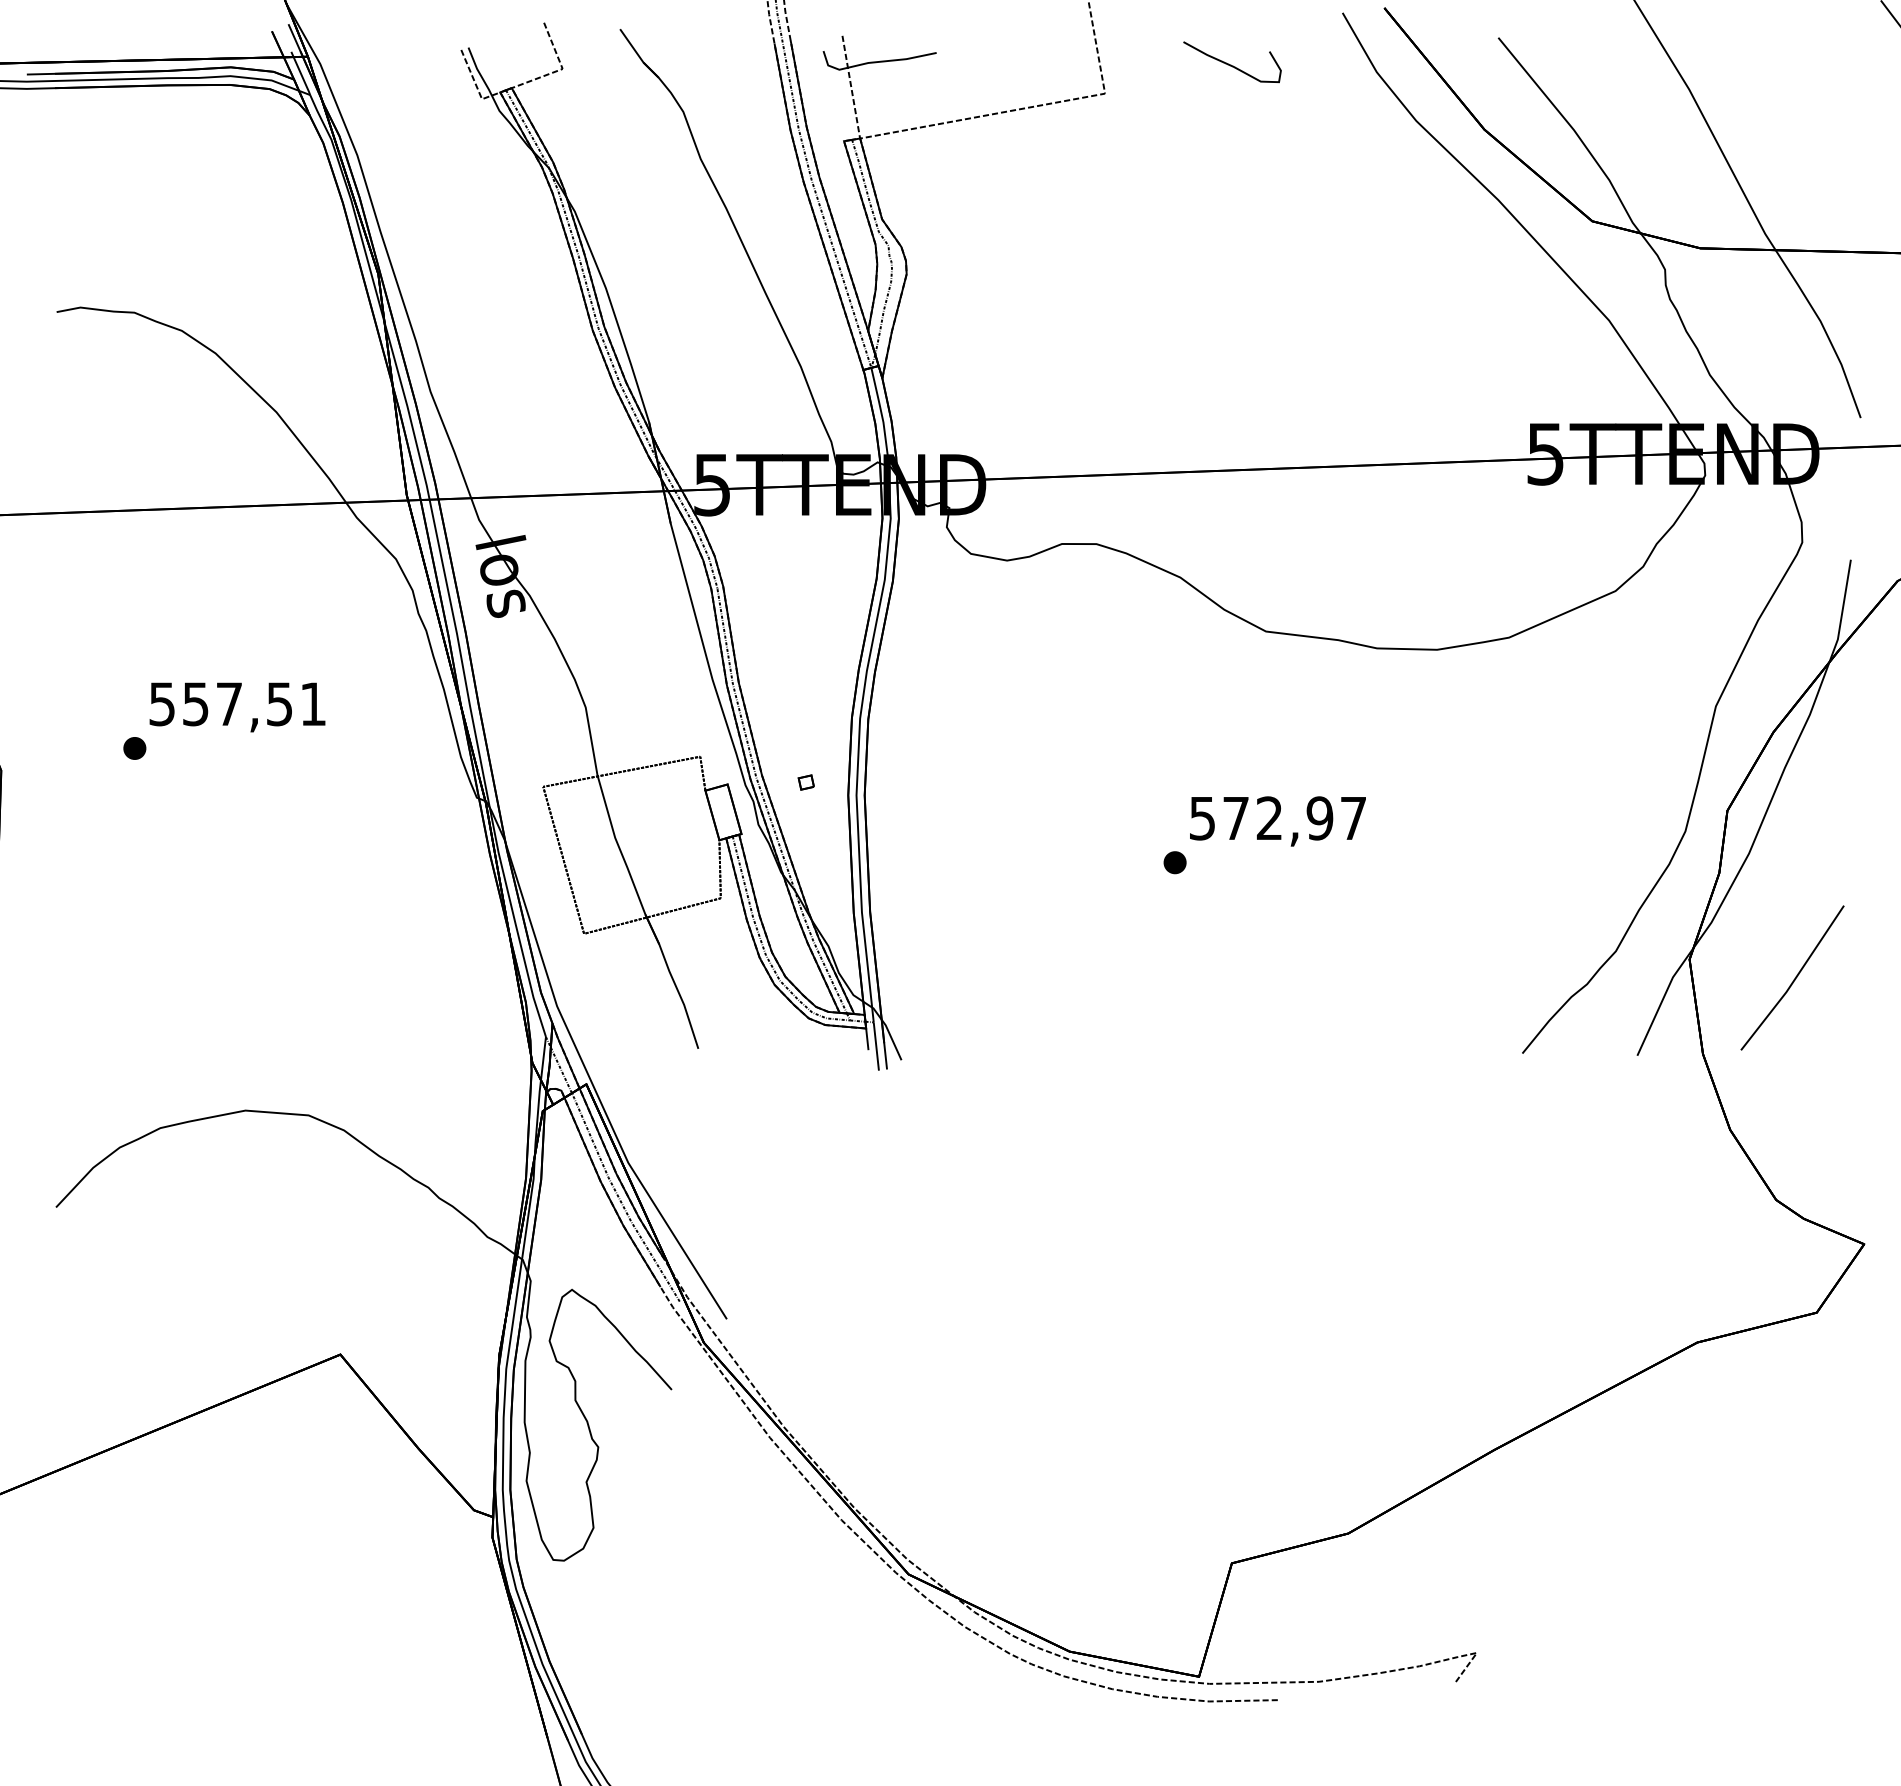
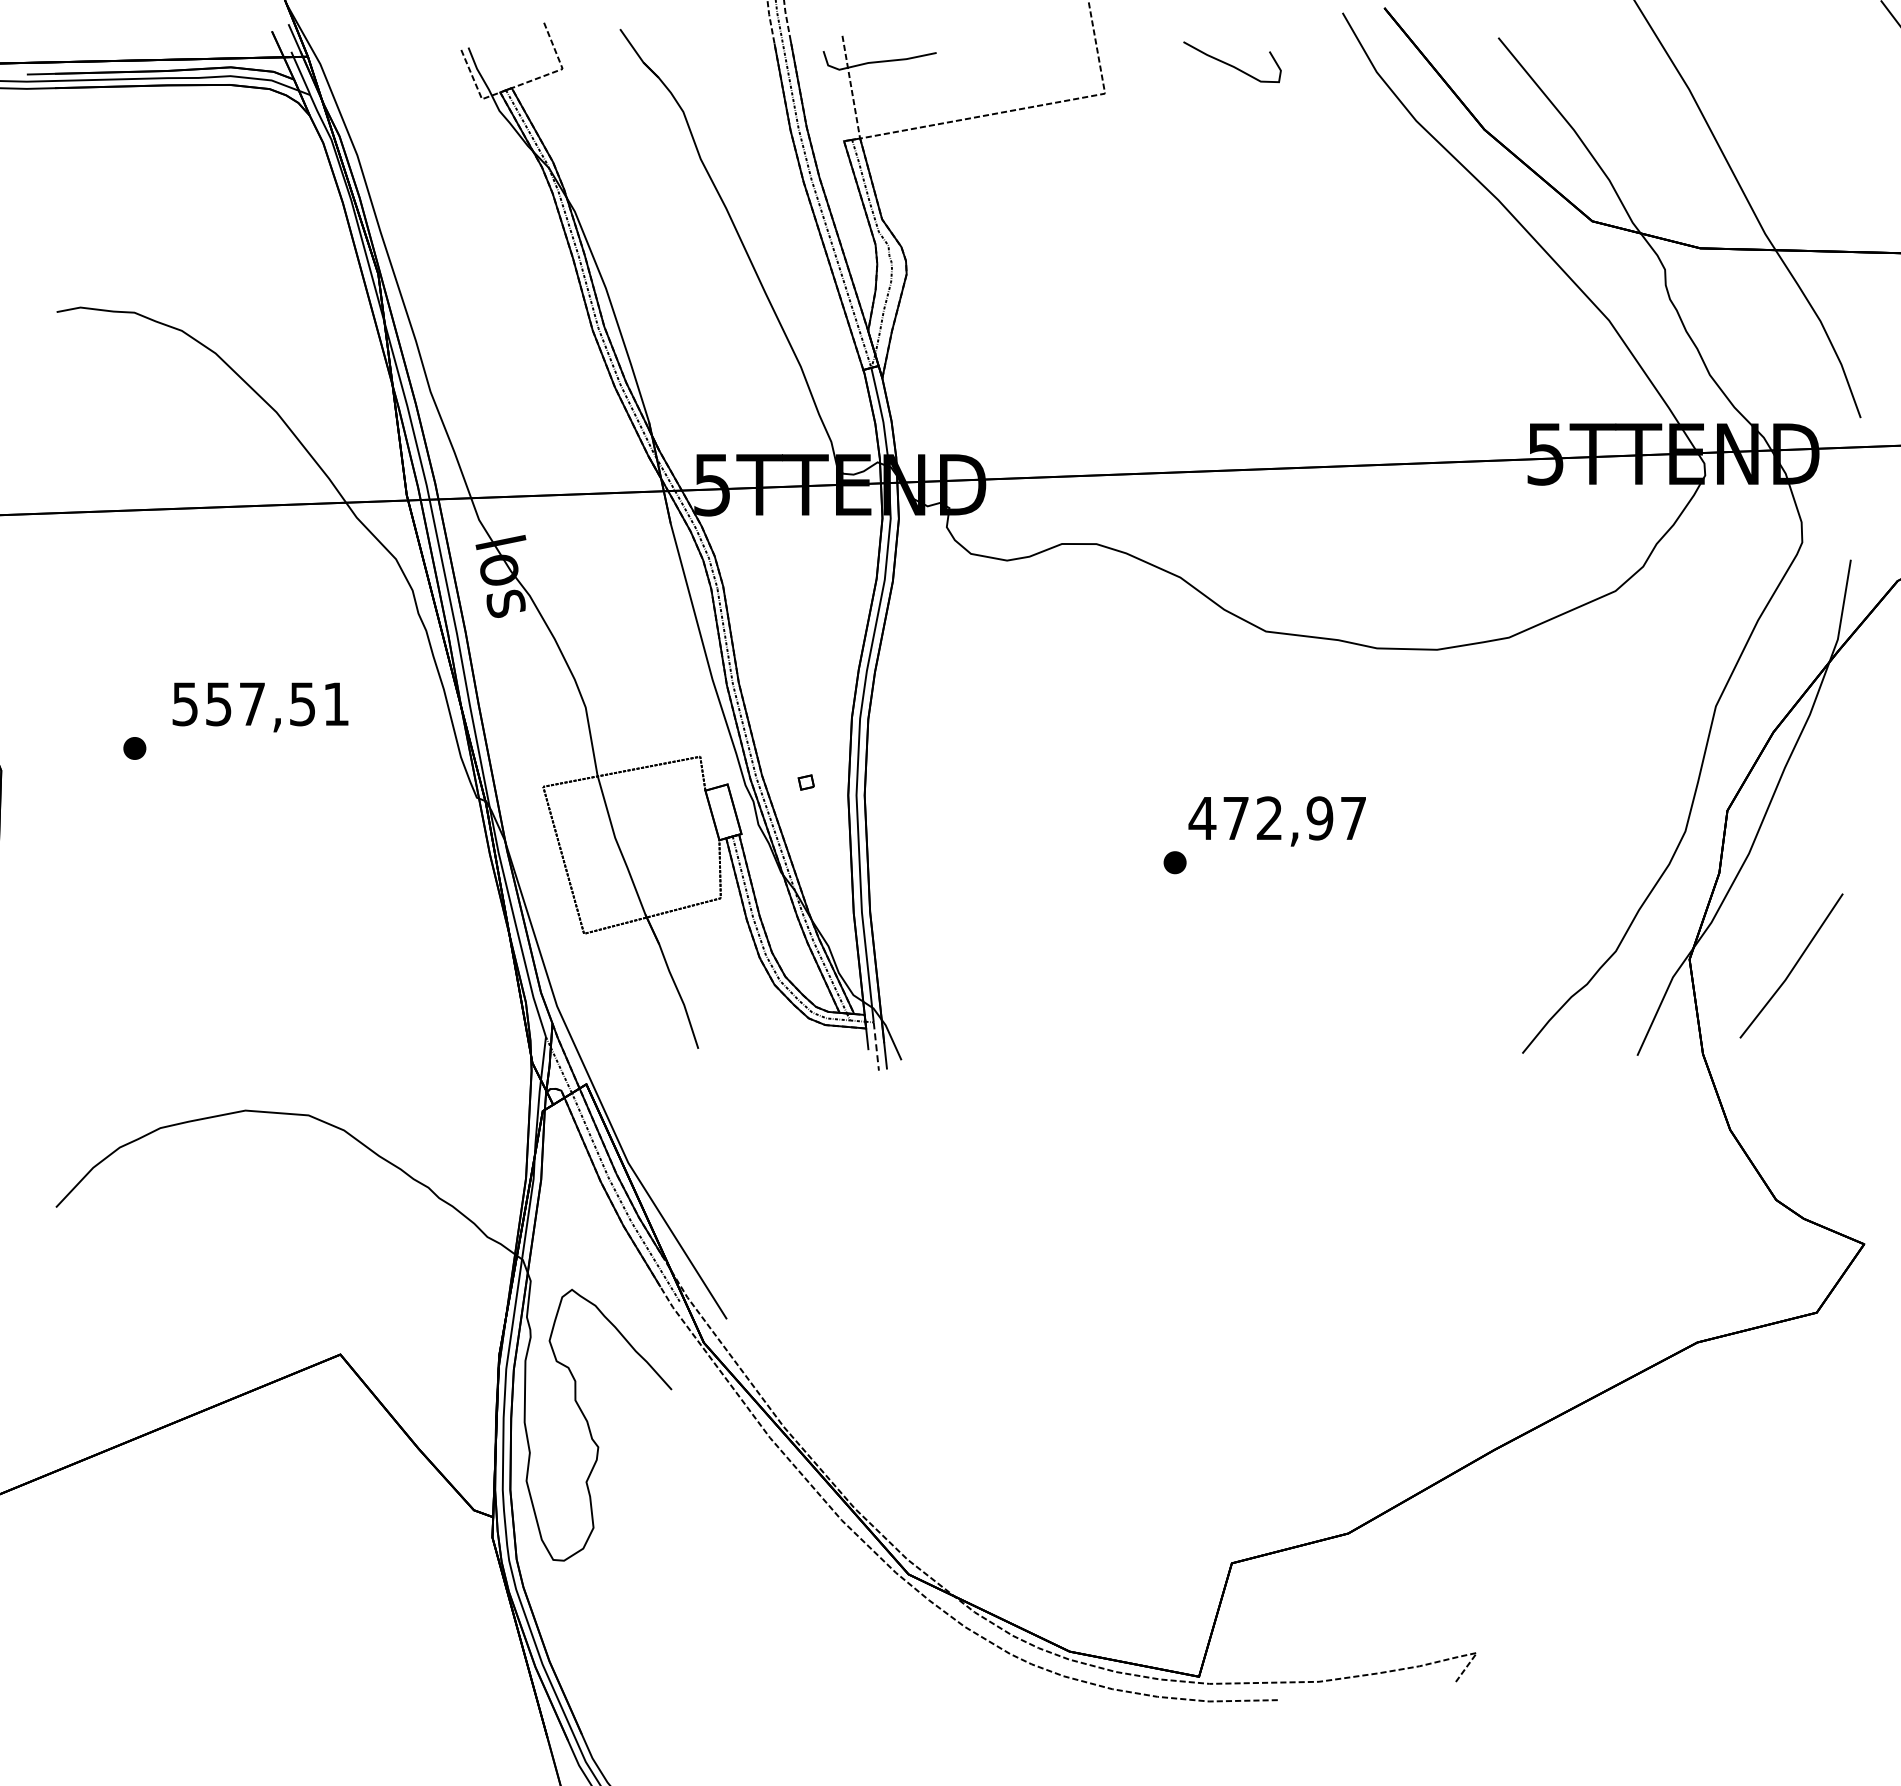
text at (237, 707) position: (237, 707) -> (260, 707)
text at (1202, 818): 572,97 -> 472,97
part at (1792, 977) position: (1792, 977) -> (1791, 965)
line at (876, 1047): solid -> dashed
